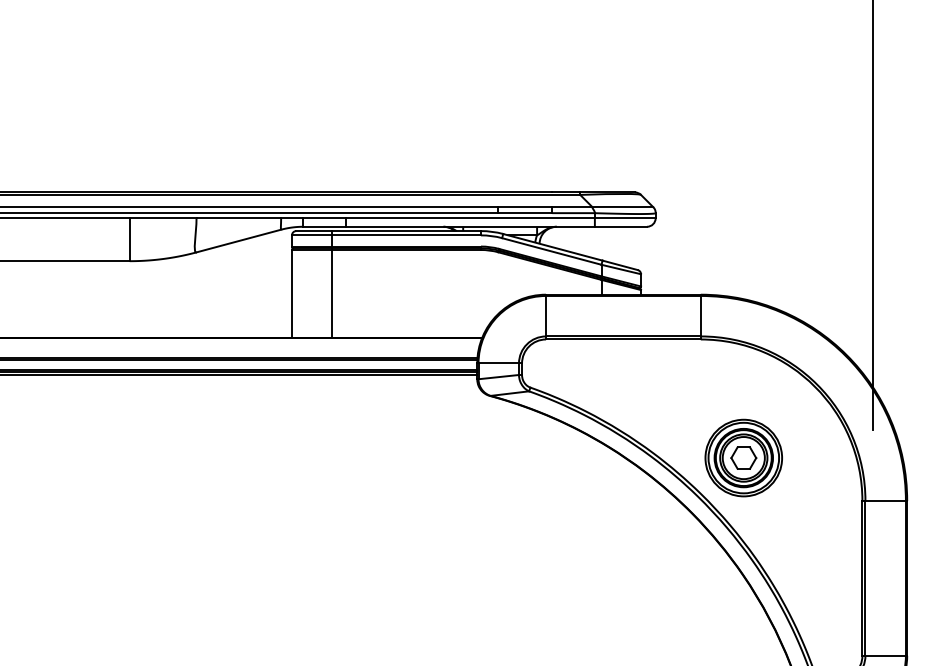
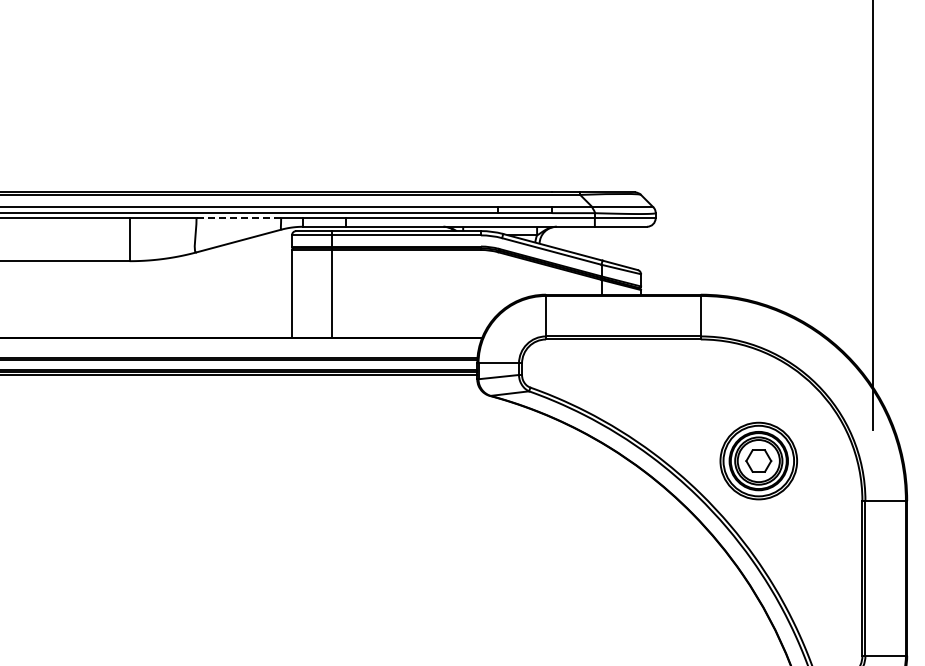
line at (239, 218): solid -> dashed
part at (743, 457) position: (743, 457) -> (758, 460)
